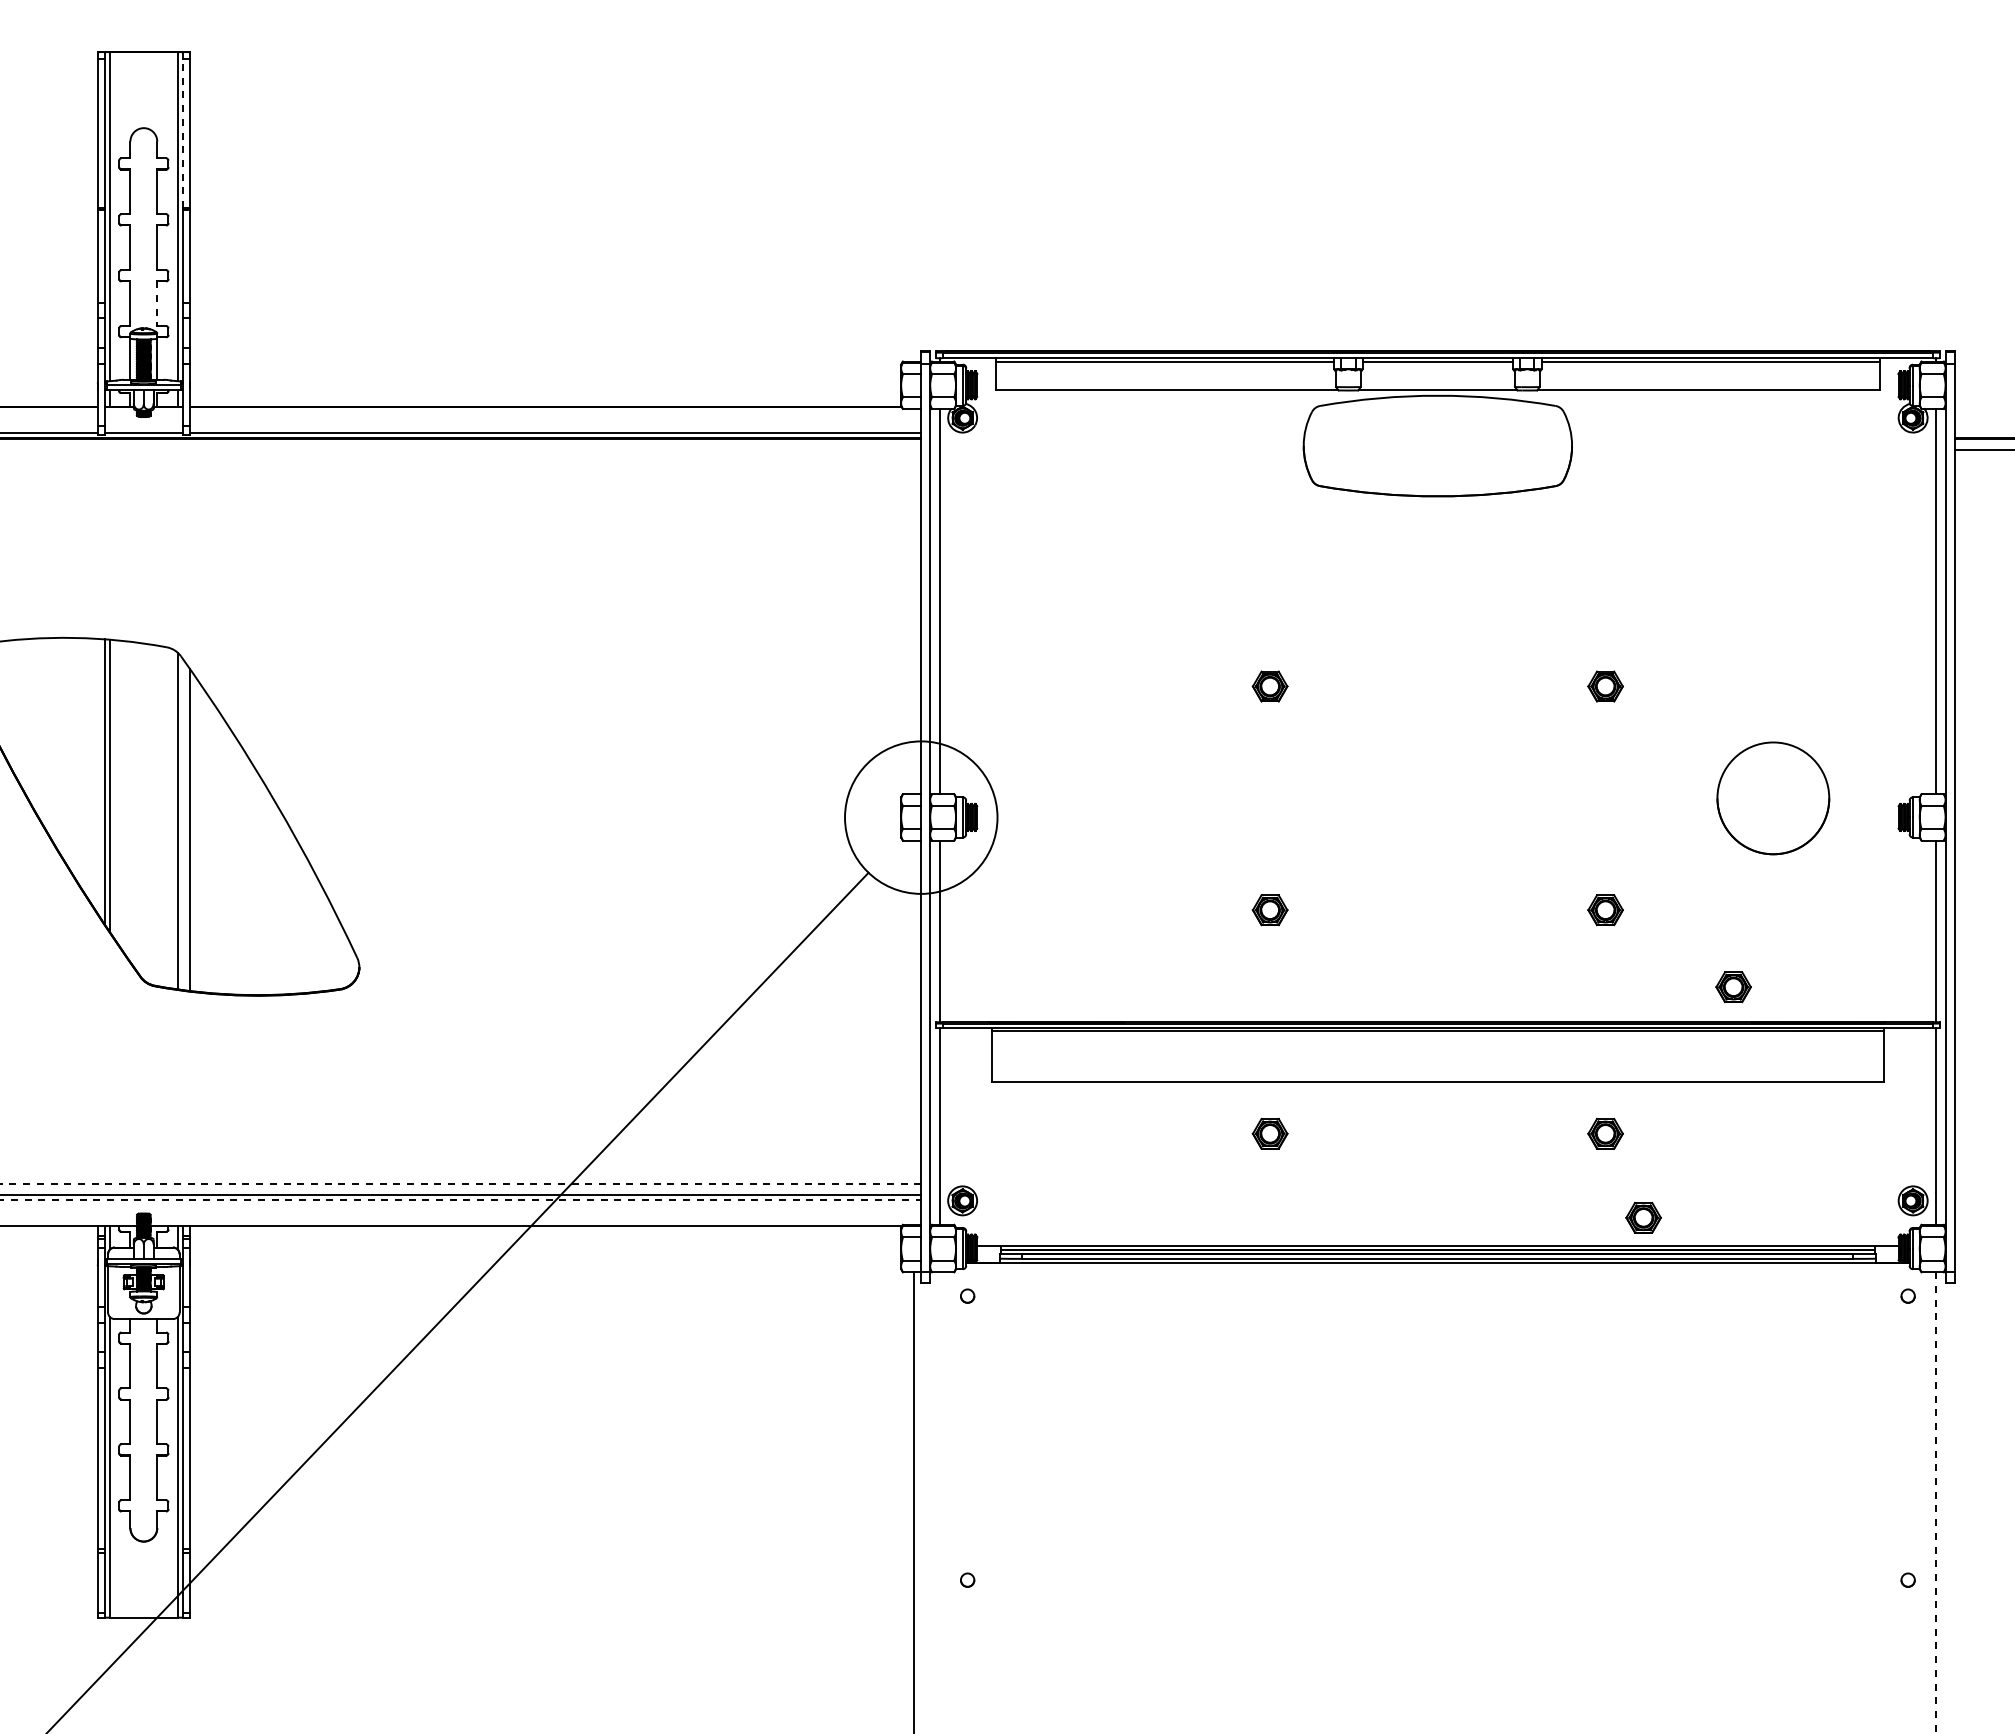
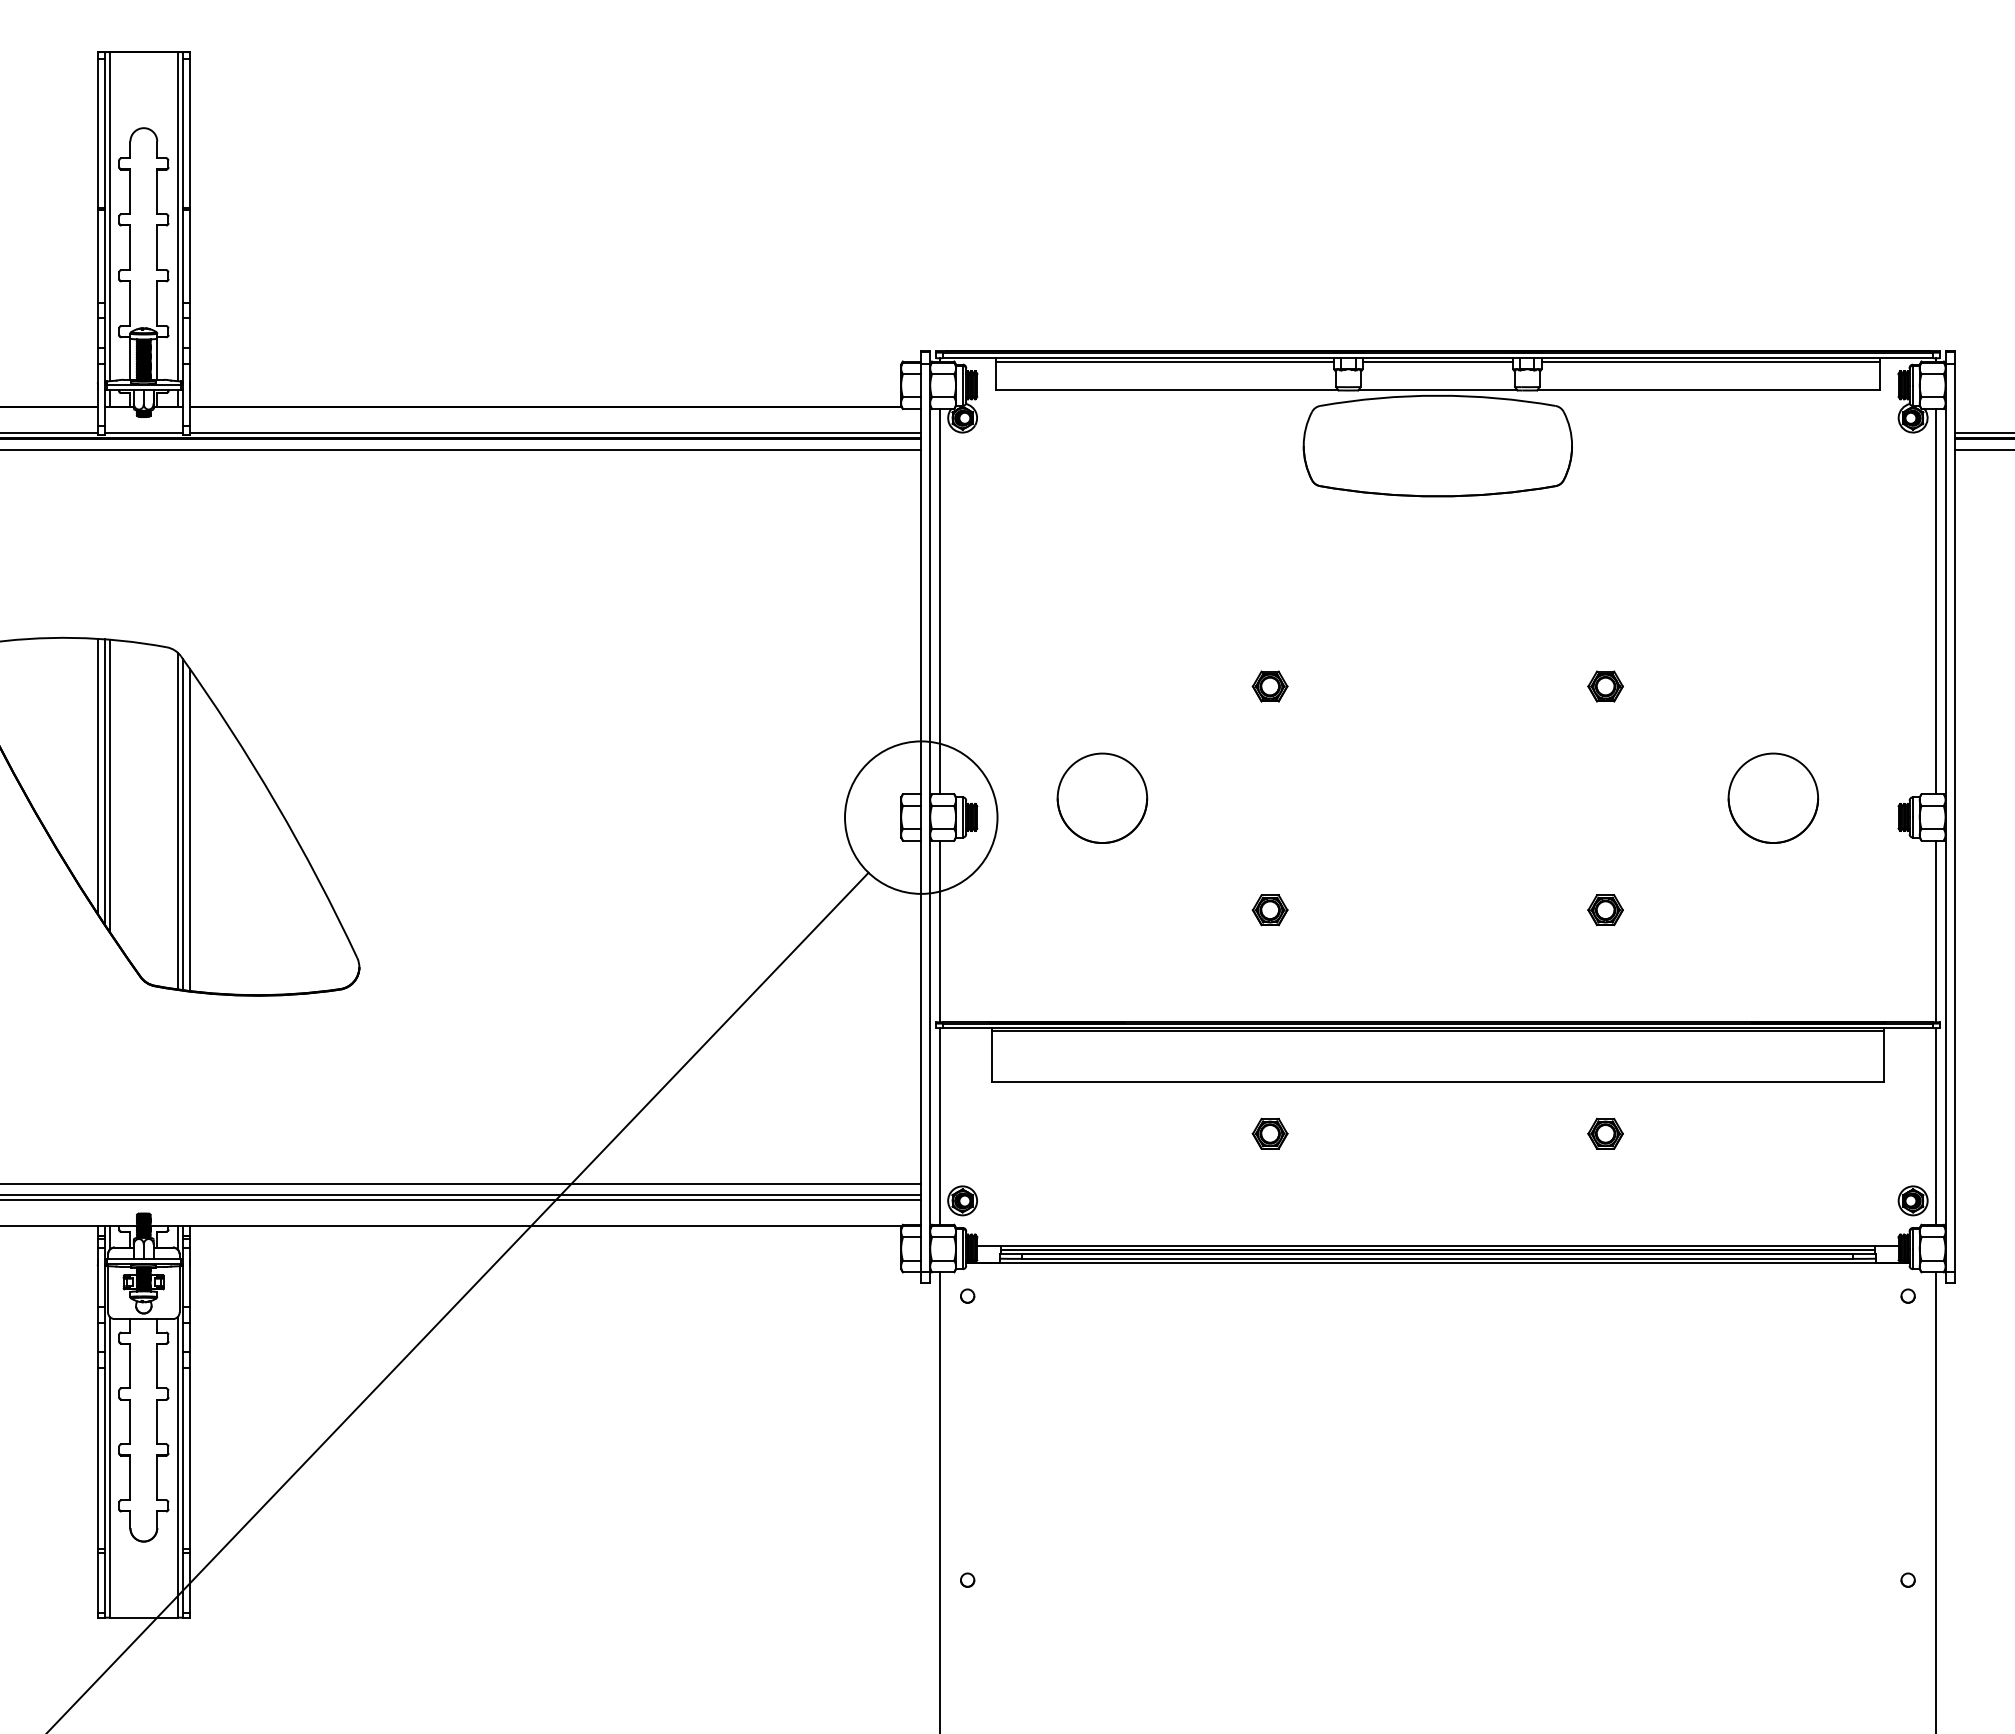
line at (182, 133): dashed -> solid
line at (157, 304): dashed -> solid
line at (1982, 432): none -> present
line at (461, 449): none -> present
line at (97, 776): none -> present
part at (1102, 797): none -> present
part at (1773, 798) size: 115x115 px -> 93x92 px
line at (182, 824): none -> present
part at (1733, 987): present -> none
line at (460, 1183): dashed -> solid
line at (461, 1199): dashed -> solid
part at (1643, 1217): present -> none
line at (913, 1501) position: (913, 1501) -> (939, 1501)
line at (1936, 1503): dashed -> solid
